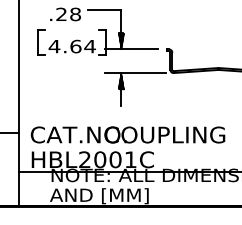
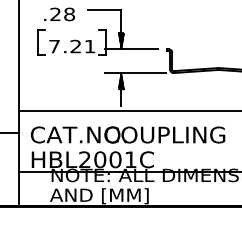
text at (65, 14) position: (65, 14) -> (59, 14)
text at (71, 46): 4.64 -> 7.21
line at (128, 111): none -> present
